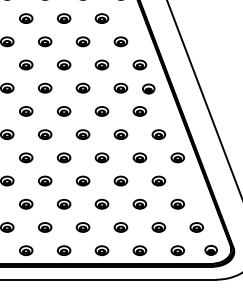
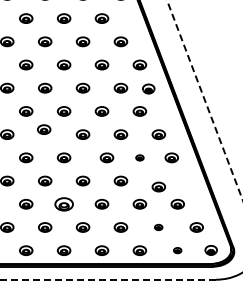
line at (204, 99): solid -> dashed
part at (45, 134) position: (45, 134) -> (44, 129)
part at (101, 157) position: (101, 157) -> (106, 157)
part at (139, 157) size: 16x12 px -> 10x8 px
part at (177, 157) position: (177, 157) -> (171, 157)
part at (158, 180) position: (158, 180) -> (158, 186)
part at (63, 203) size: 16x12 px -> 20x15 px
part at (158, 227) size: 15x11 px -> 10x9 px
part at (177, 250) size: 15x11 px -> 10x8 px
line at (108, 279): solid -> dashed
